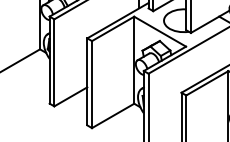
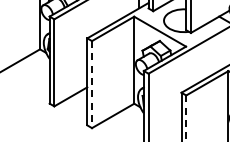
line at (92, 84): solid -> dashed
line at (186, 119): solid -> dashed
